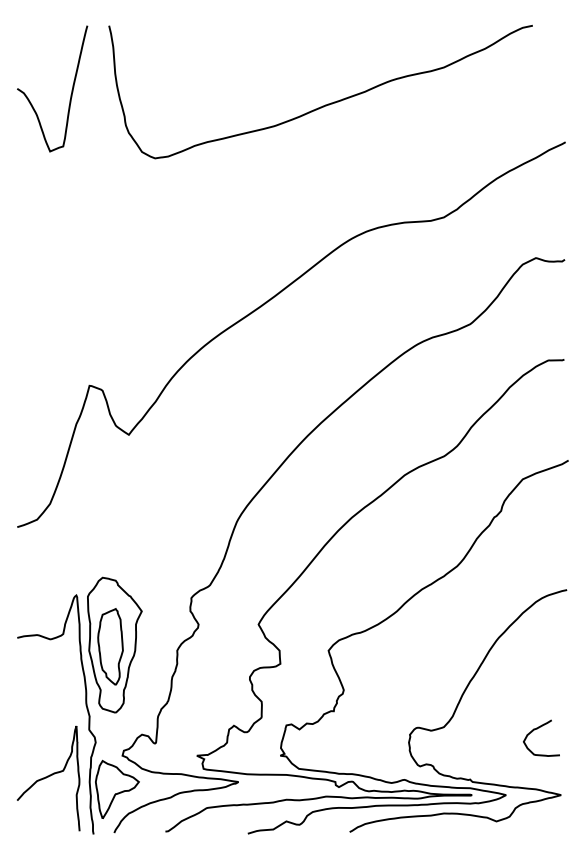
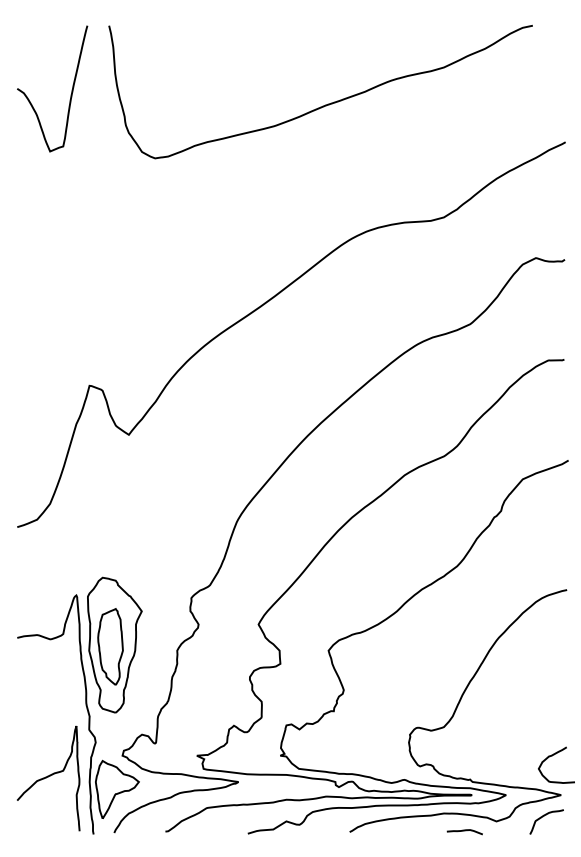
curve at (537, 729) position: (537, 729) -> (552, 756)
curve at (544, 816): none -> present
curve at (464, 831): none -> present
